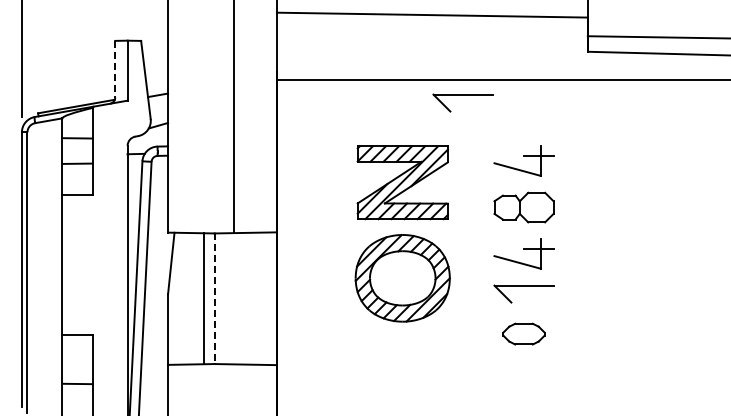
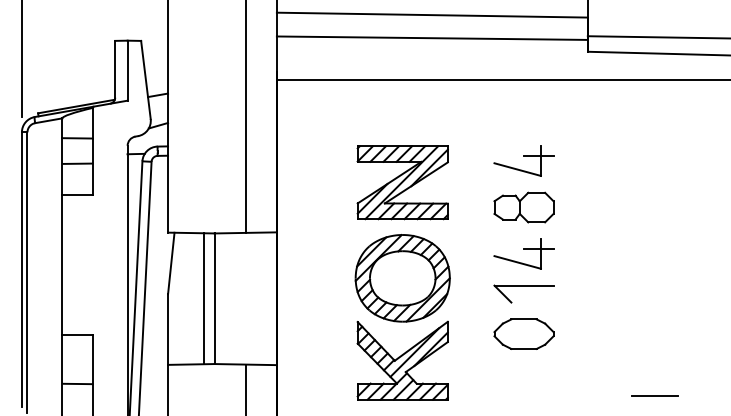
line at (431, 37): none -> present
line at (115, 69): dashed -> solid
part at (462, 95): present -> none
line at (233, 117) position: (233, 117) -> (245, 117)
line at (214, 299): dashed -> solid
part at (523, 333) size: 44x24 px -> 62x32 px
part at (402, 360): none -> present
line at (245, 388): none -> present
line at (654, 395): none -> present
